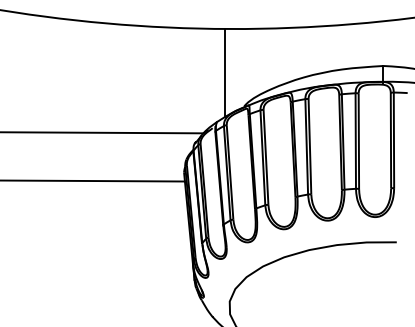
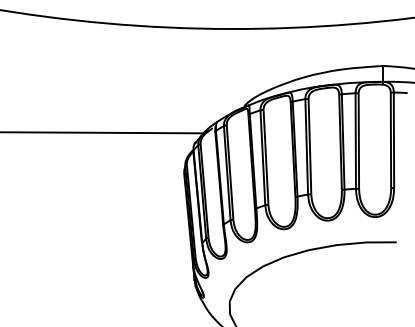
line at (224, 72): present -> none
line at (93, 180): present -> none
